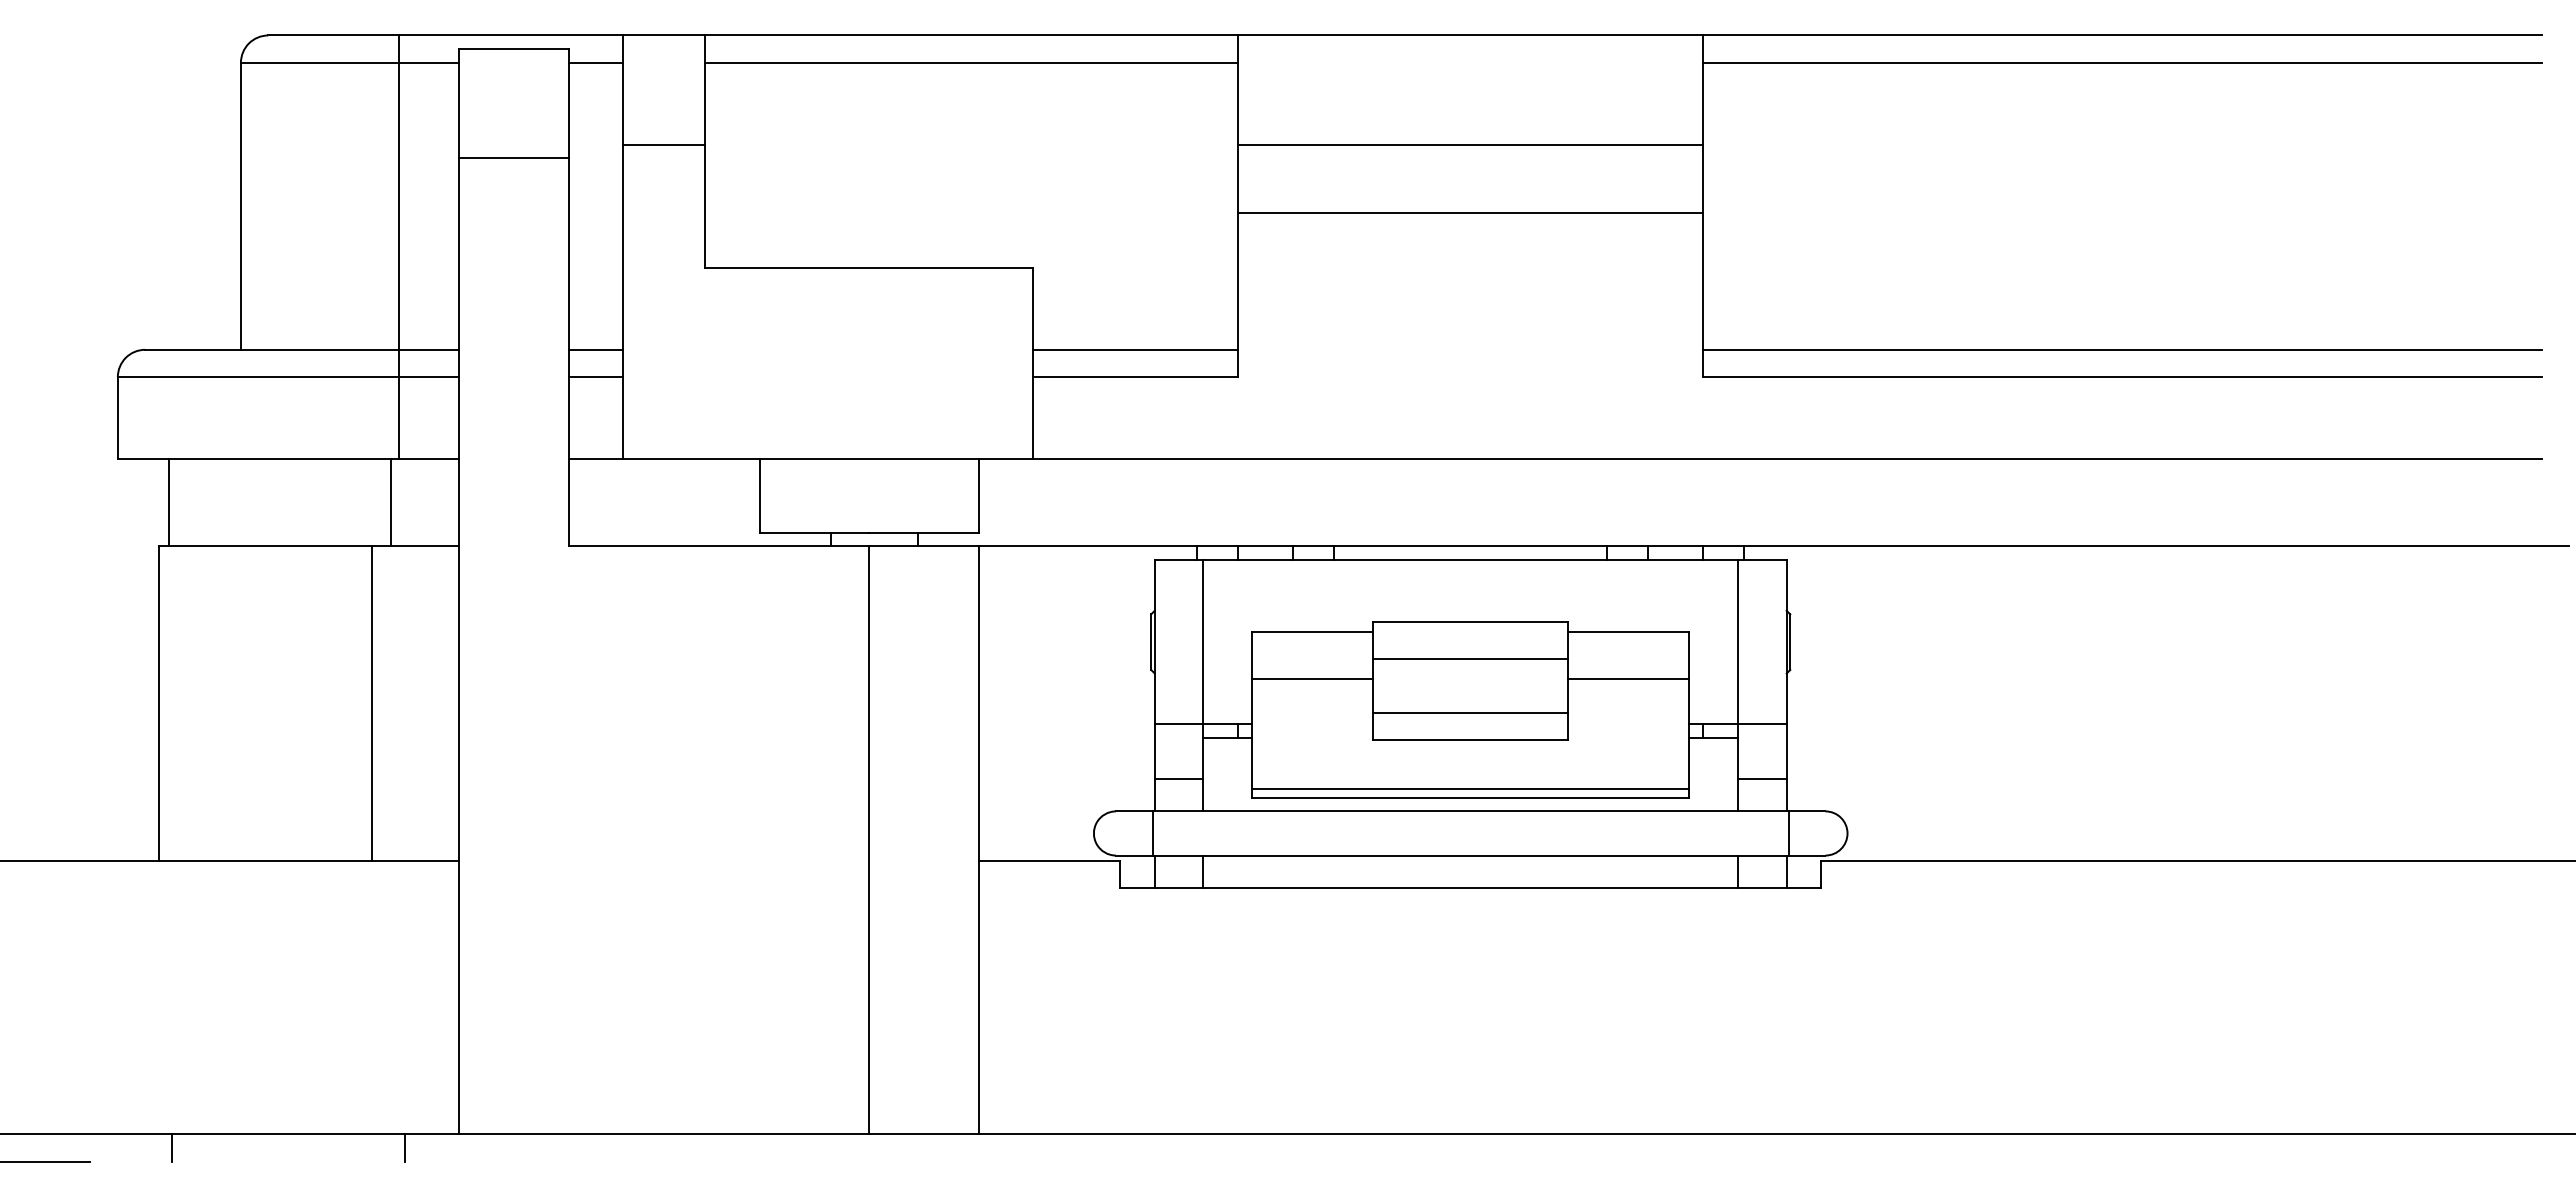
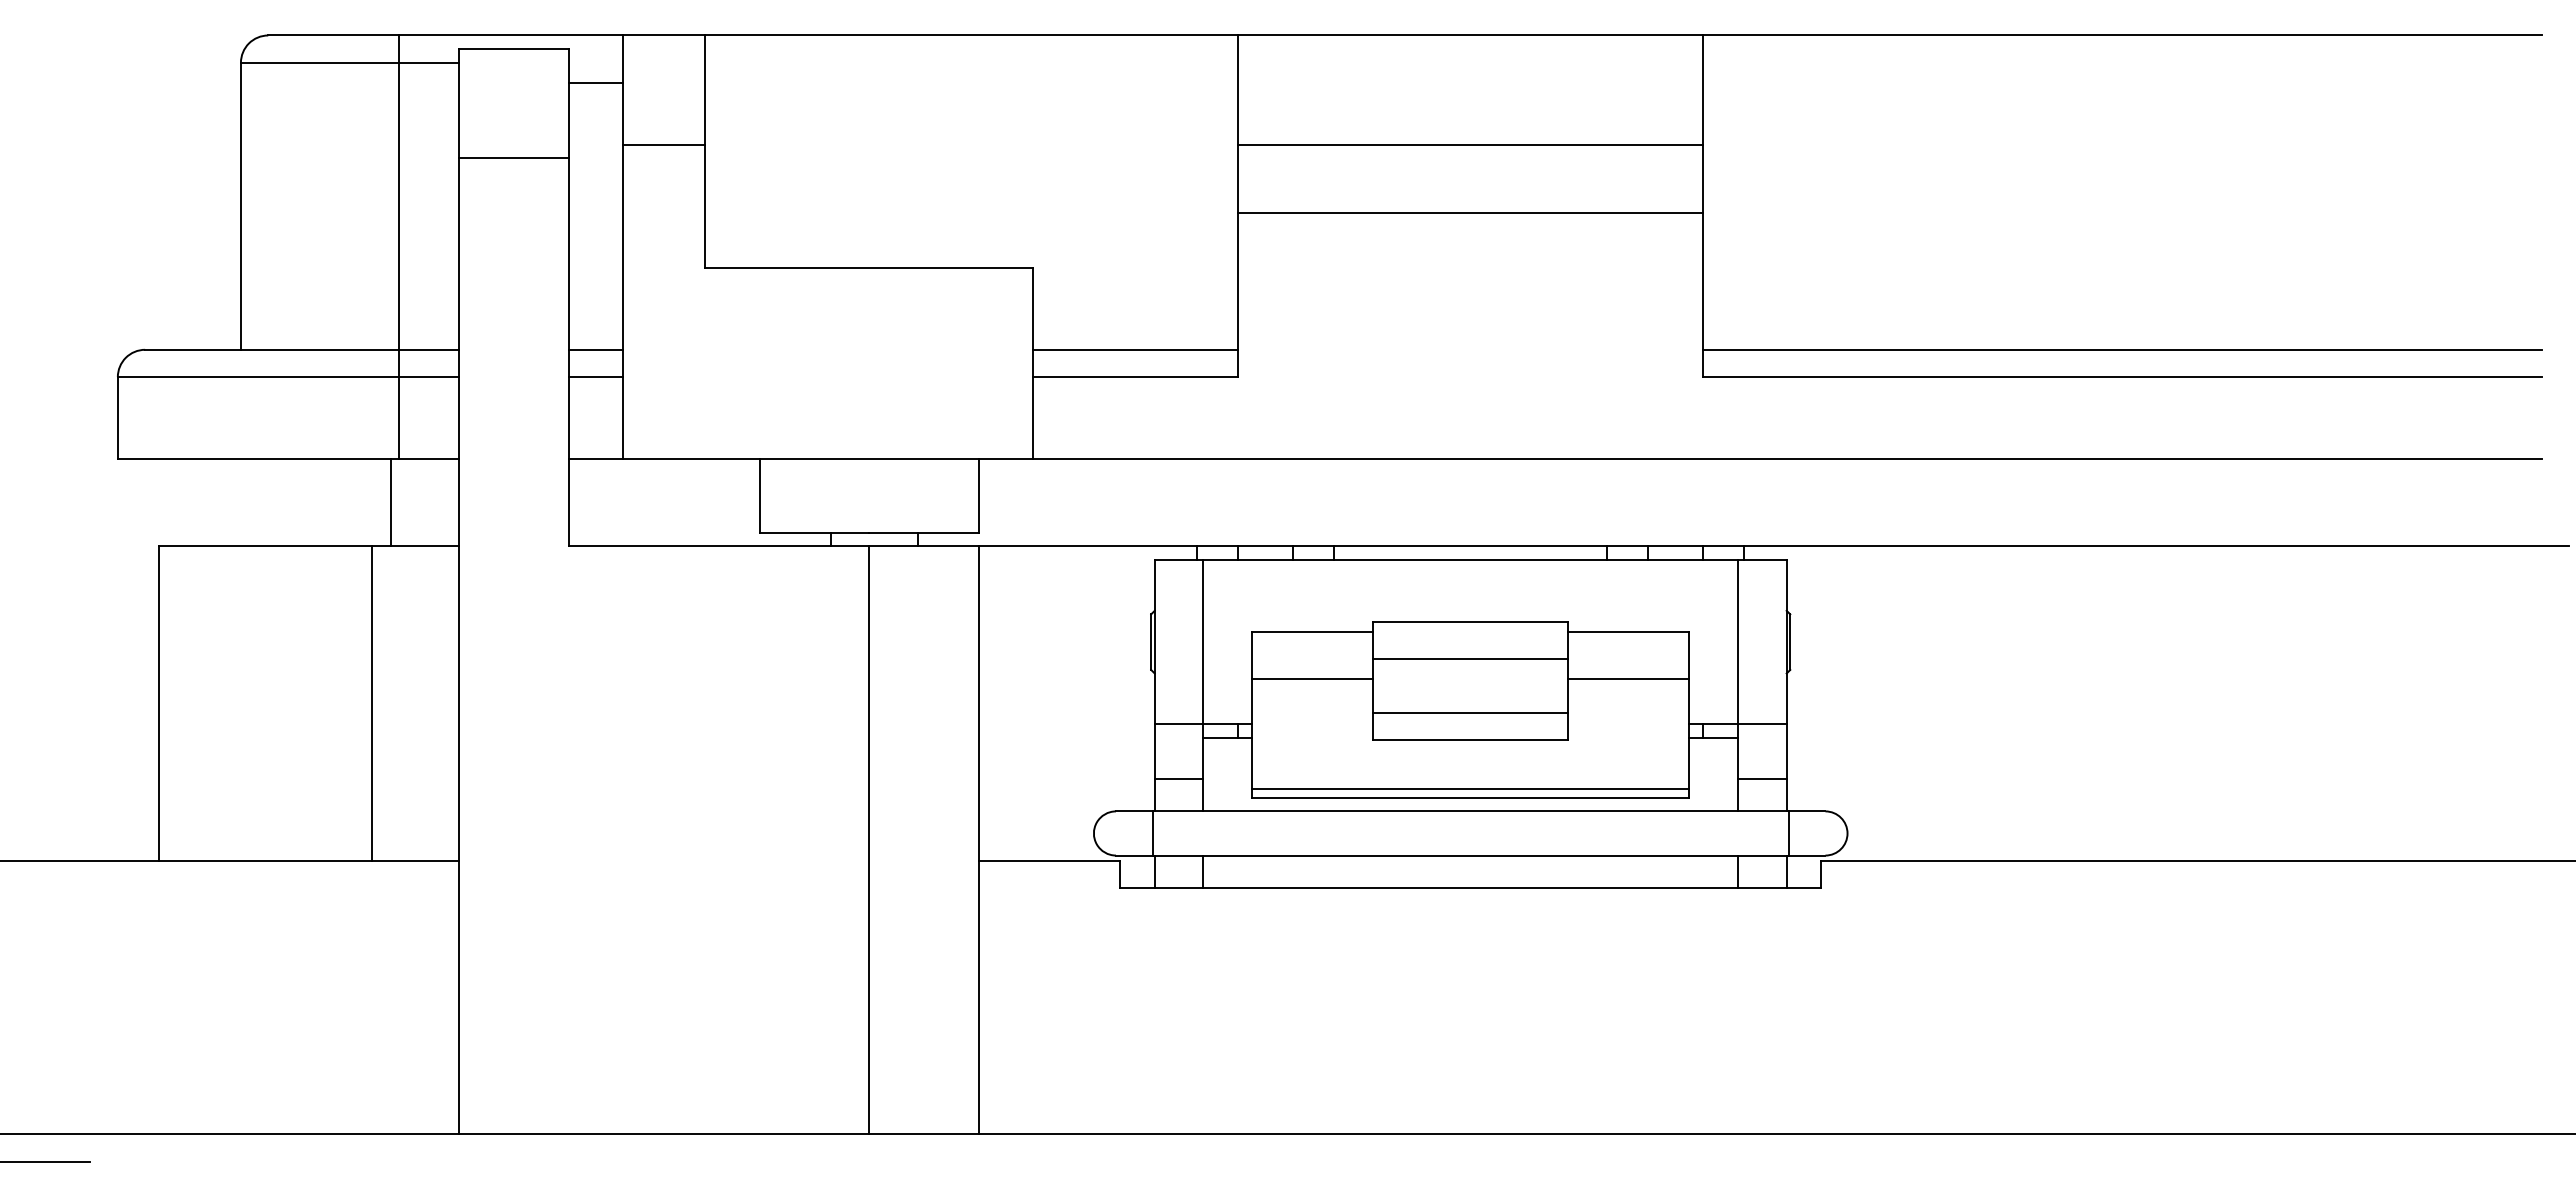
line at (595, 62) position: (595, 62) -> (595, 82)
line at (971, 62): present -> none
line at (2121, 62): present -> none
line at (169, 502): present -> none
line at (172, 1147): present -> none
line at (404, 1147): present -> none
